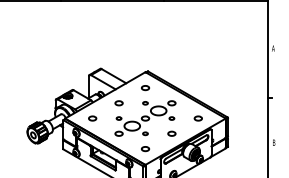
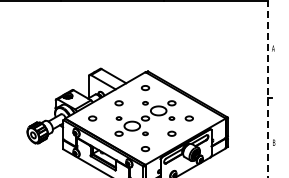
line at (267, 89): solid -> dashed
part at (197, 118) position: (197, 118) -> (188, 118)
